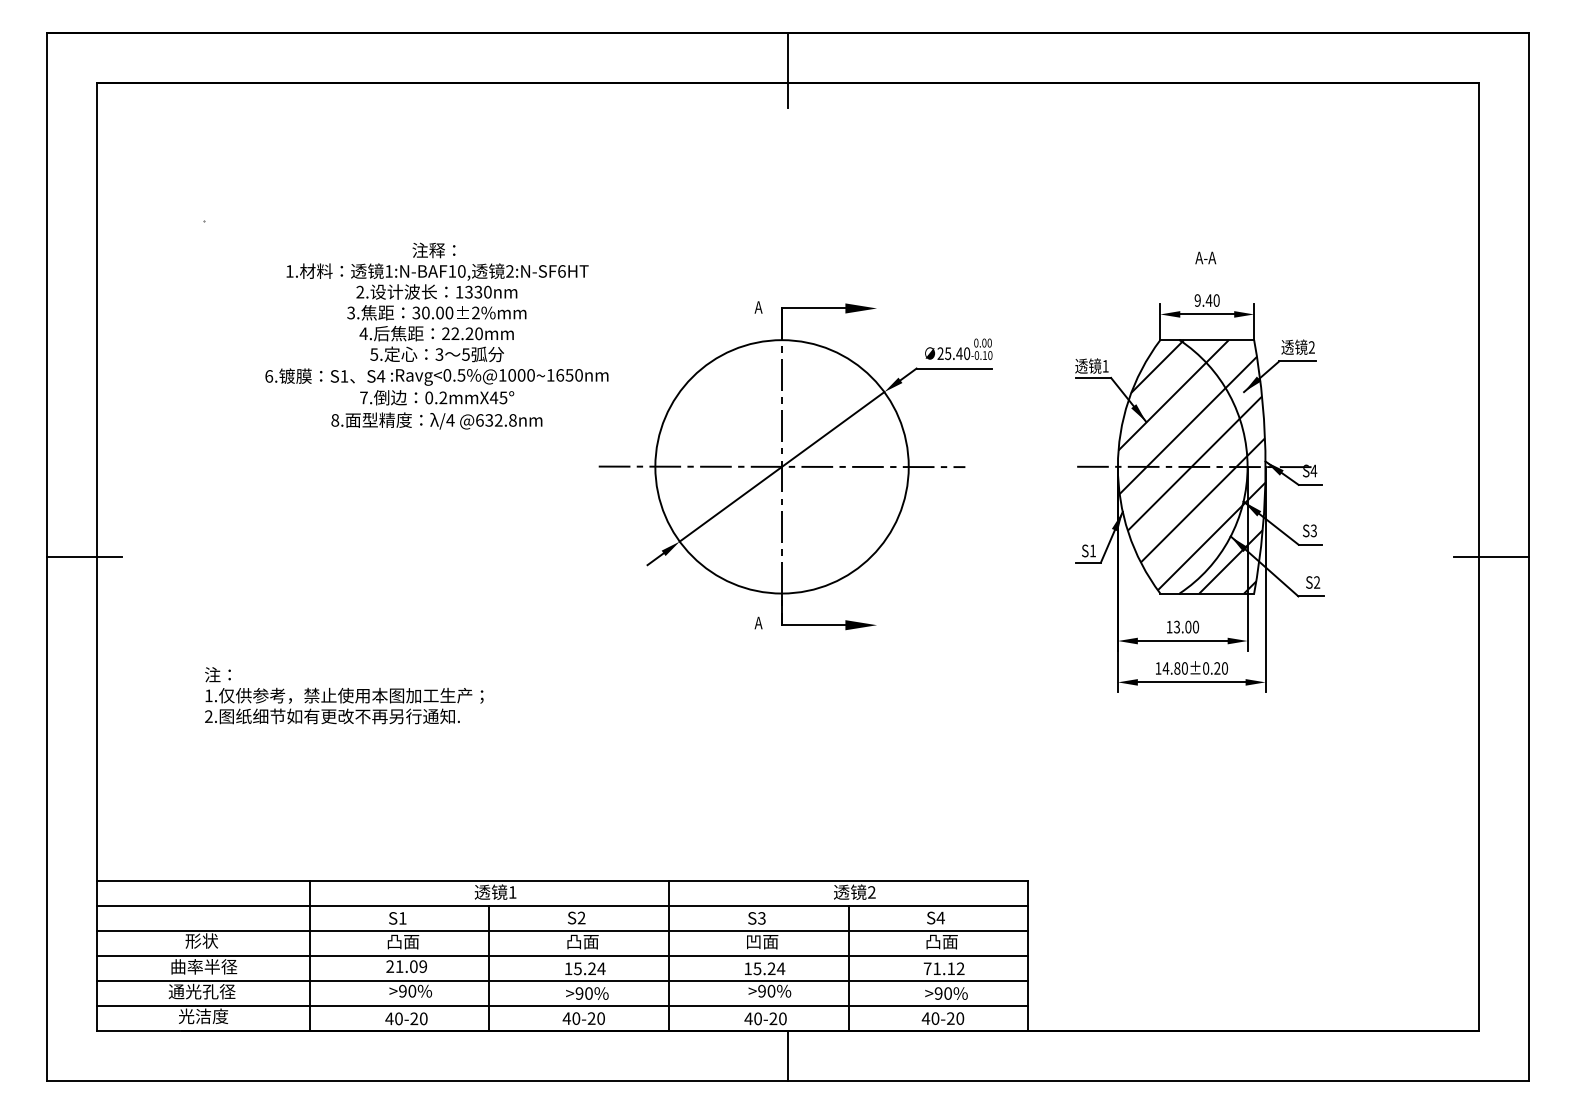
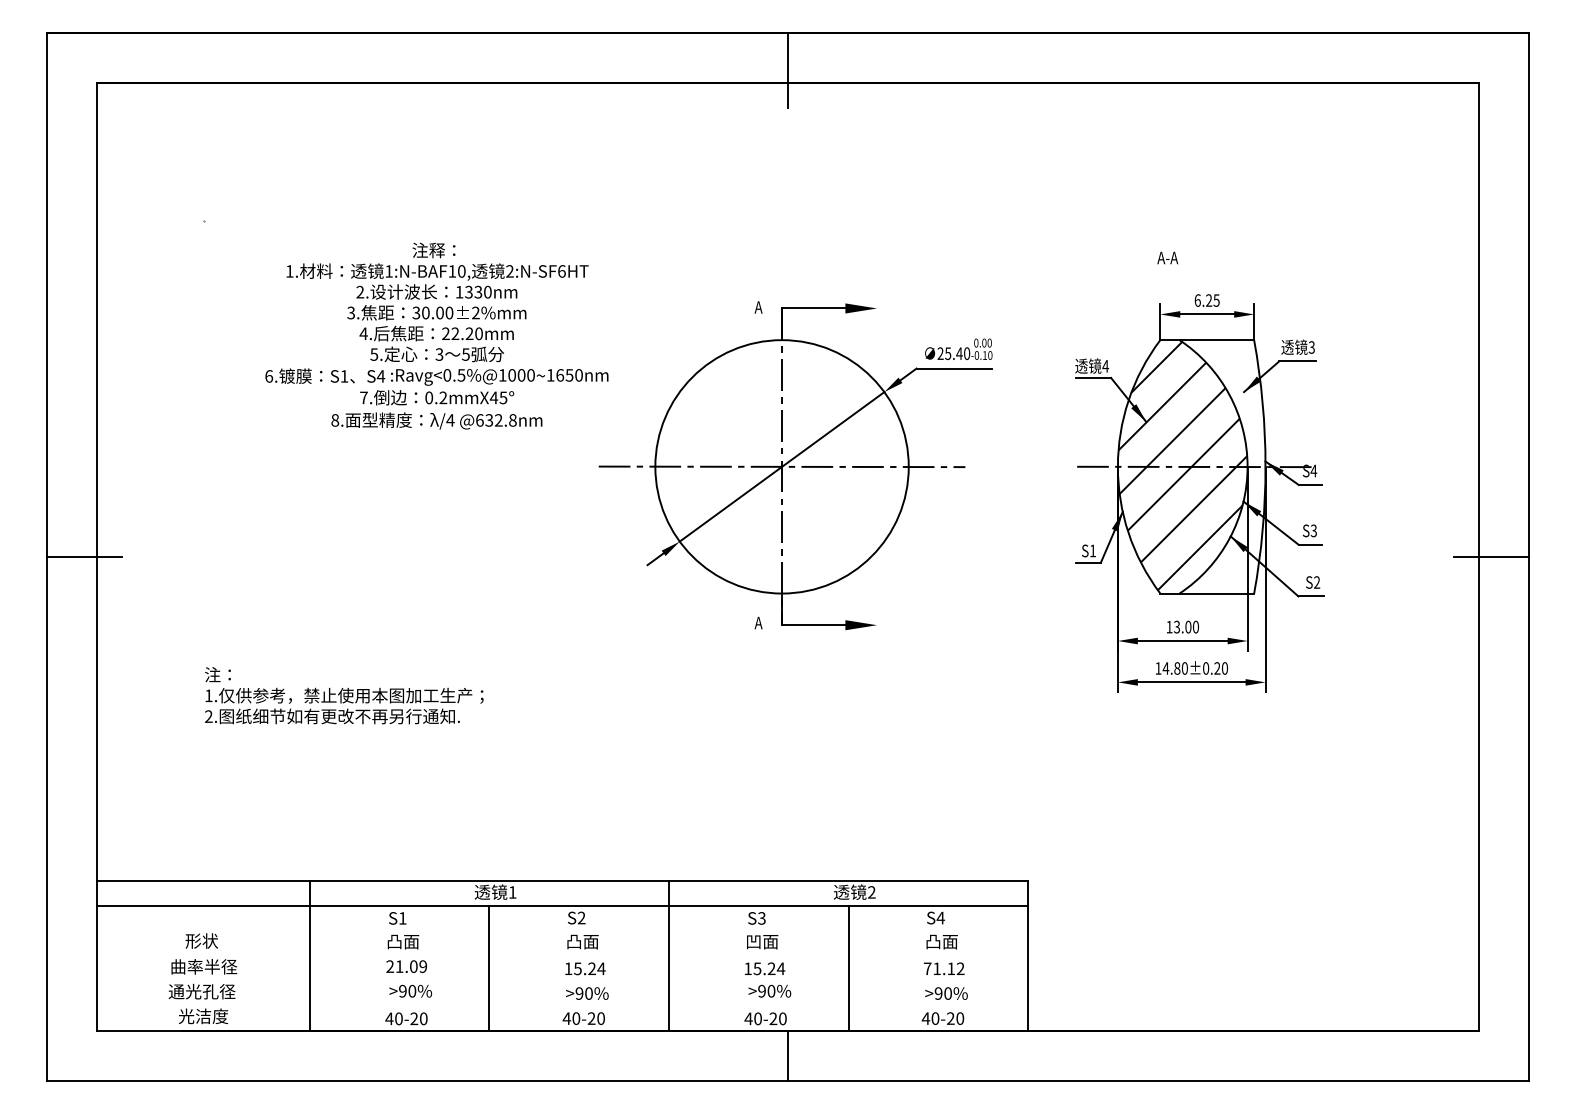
text at (1205, 257) position: (1205, 257) -> (1167, 257)
text at (1206, 300): 9.40 -> 6.25
text at (1311, 347): 2 -> 3
text at (1105, 366): 1 -> 4
hatch at (1222, 466): present -> none
line at (562, 931): present -> none
line at (562, 956): present -> none
line at (562, 980): present -> none
line at (562, 1005): present -> none
